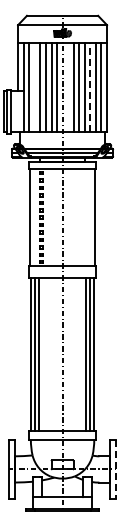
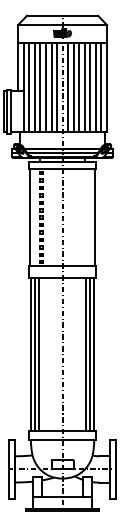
line at (34, 87): none -> present
line at (68, 87): none -> present
line at (90, 87): dashed -> solid
line at (116, 469): dashed -> solid
